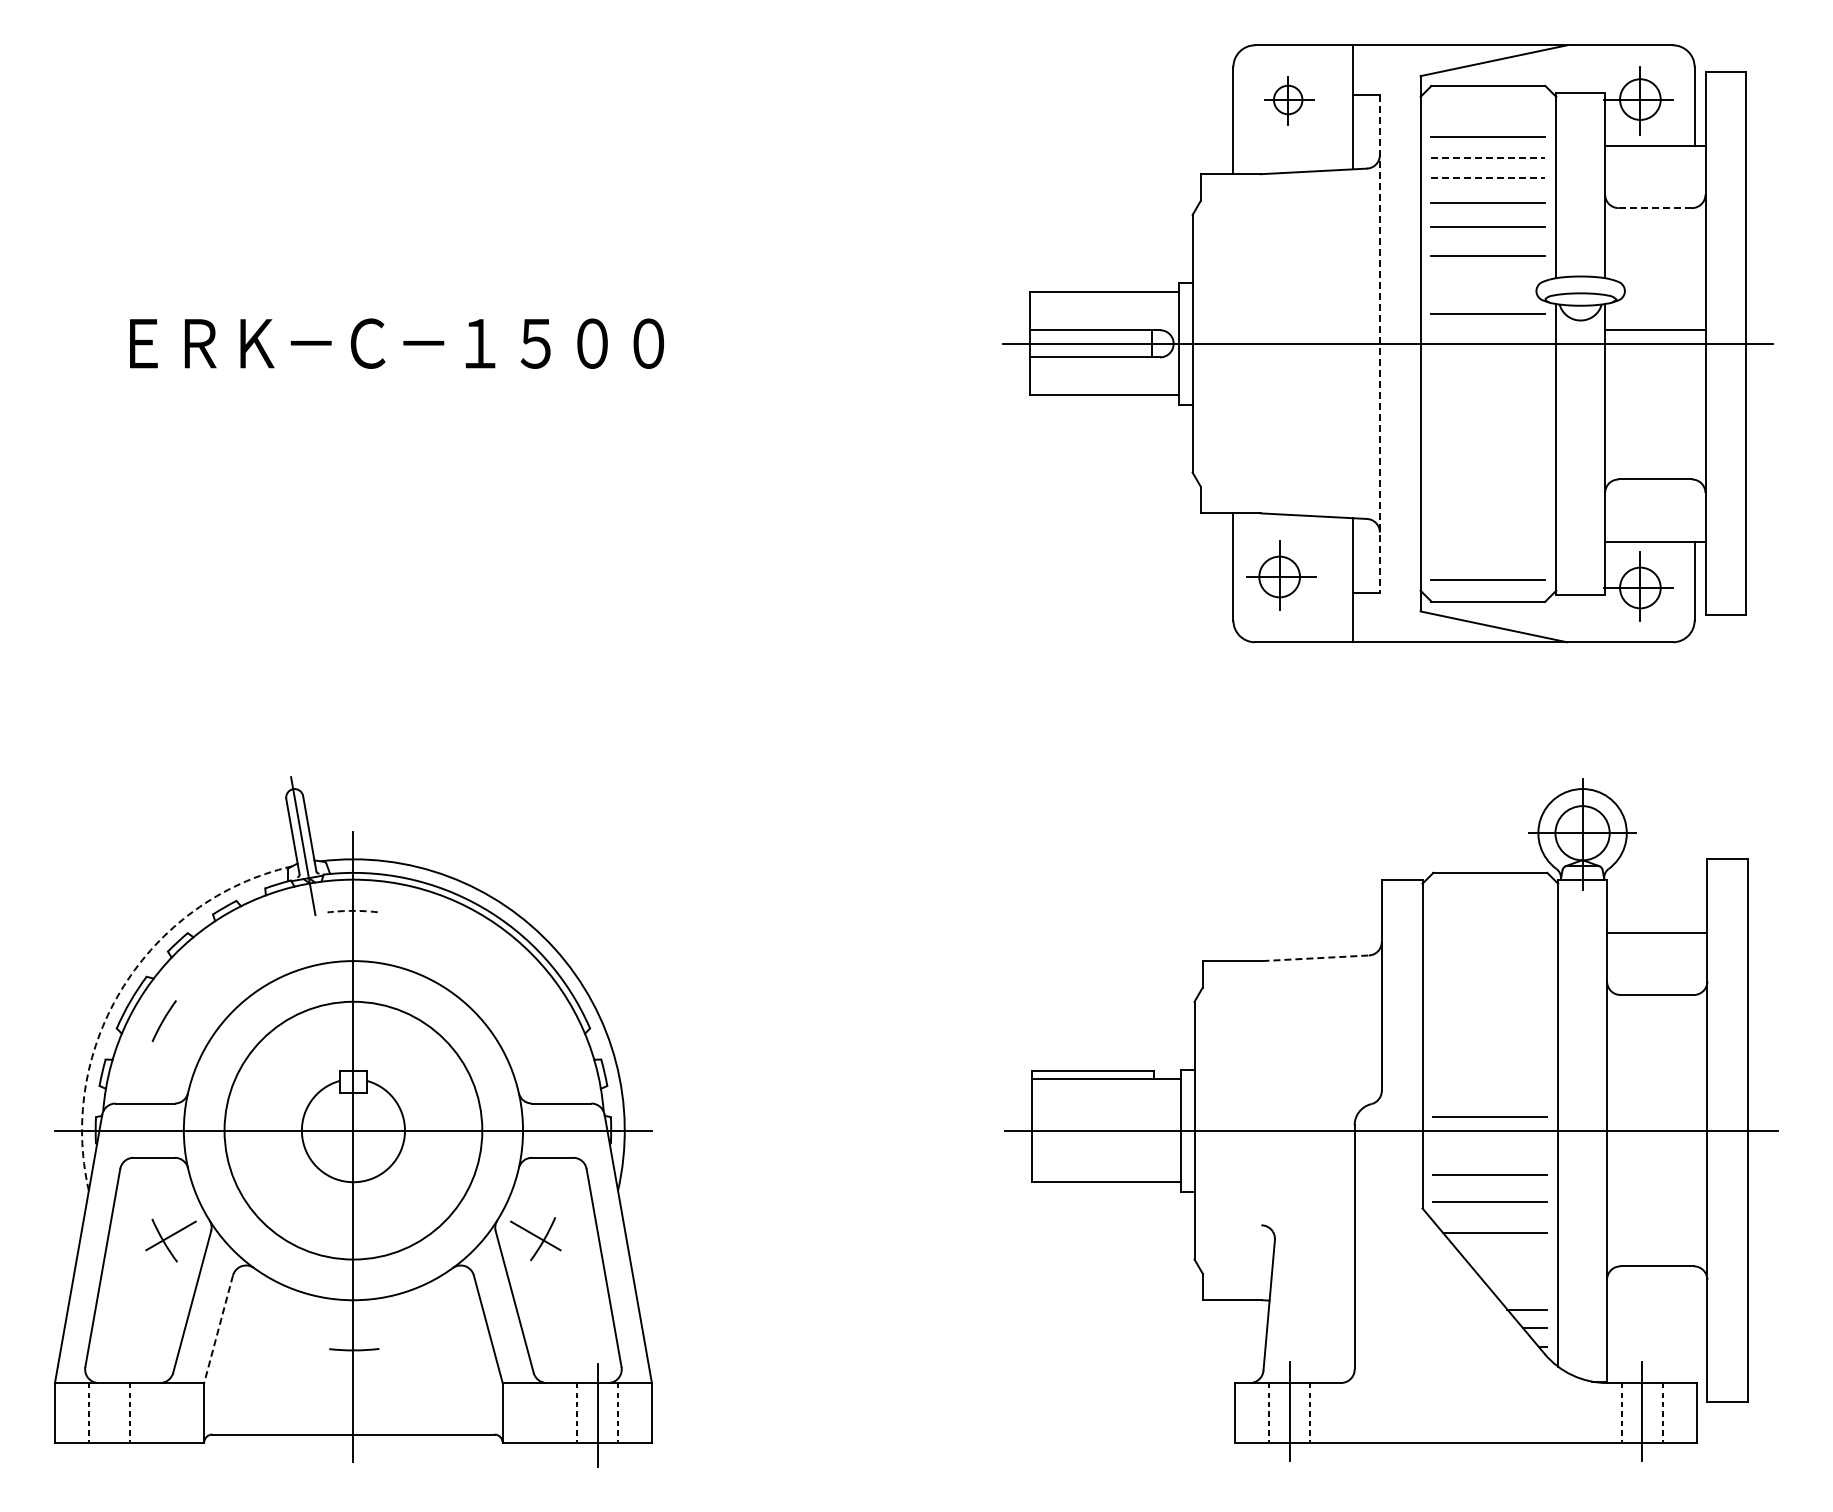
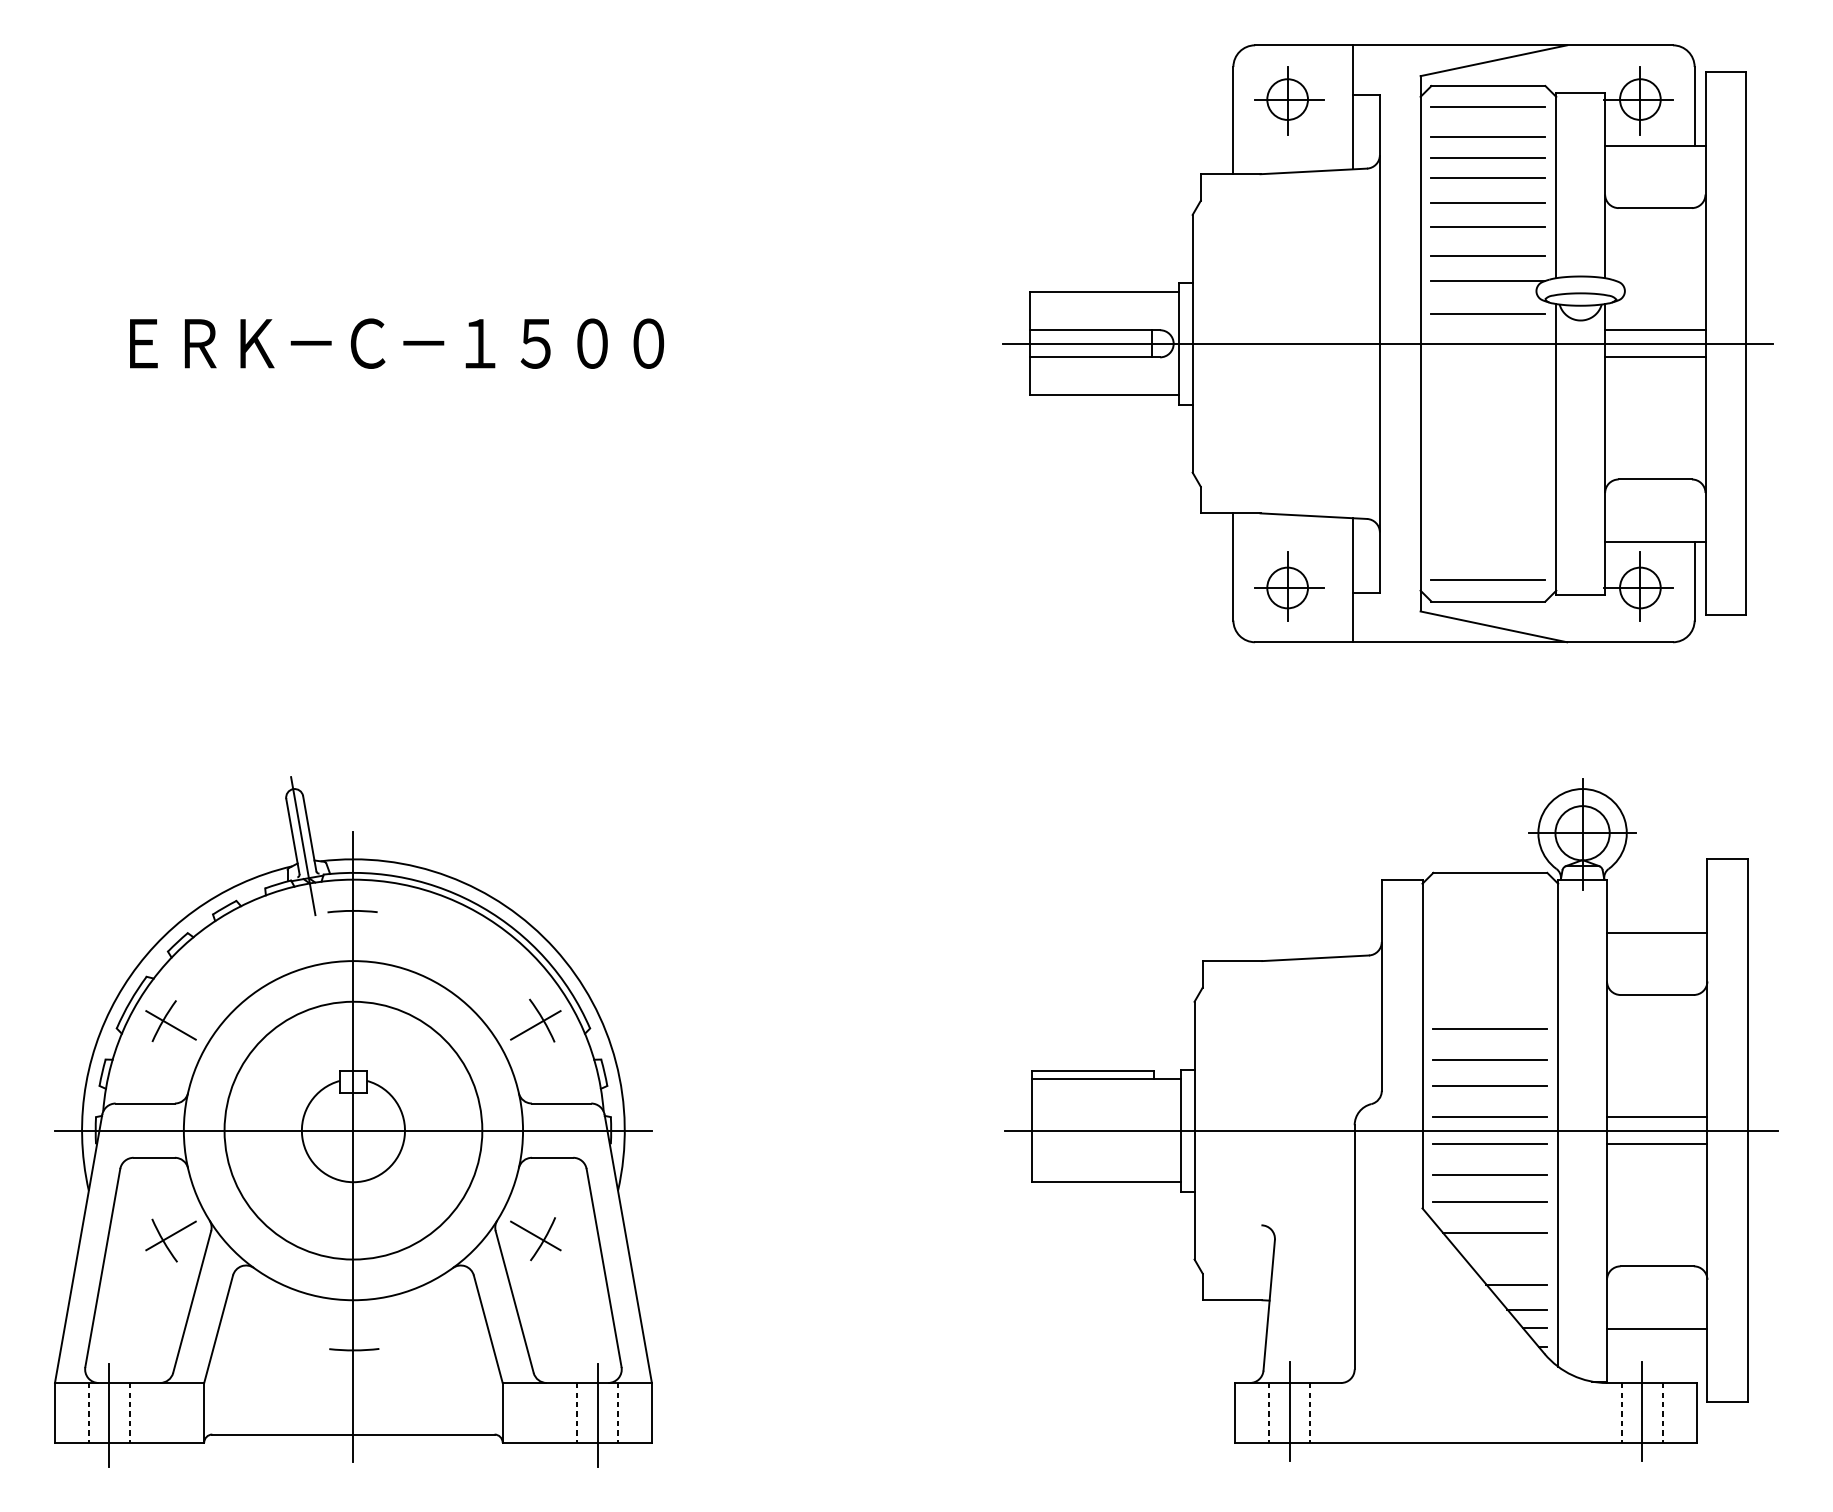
part at (1289, 100) size: 51x50 px -> 71x70 px
line at (1487, 106): none -> present
line at (1488, 158): dashed -> solid
line at (1488, 178): dashed -> solid
line at (1655, 208): dashed -> solid
line at (1488, 281): none -> present
line at (1379, 344): dashed -> solid
line at (1655, 357): none -> present
part at (1281, 575) position: (1281, 575) -> (1289, 586)
arc at (352, 910): dashed -> solid
line at (1316, 958): dashed -> solid
arc at (123, 986): dashed -> solid
part at (535, 1020): none -> present
line at (170, 1025): none -> present
line at (1490, 1028): none -> present
line at (1490, 1059): none -> present
line at (1490, 1085): none -> present
line at (1657, 1117): none -> present
line at (1490, 1144): none -> present
line at (1657, 1144): none -> present
line at (1516, 1284): none -> present
line at (1657, 1328): none -> present
line at (218, 1329): dashed -> solid
line at (109, 1415): none -> present
